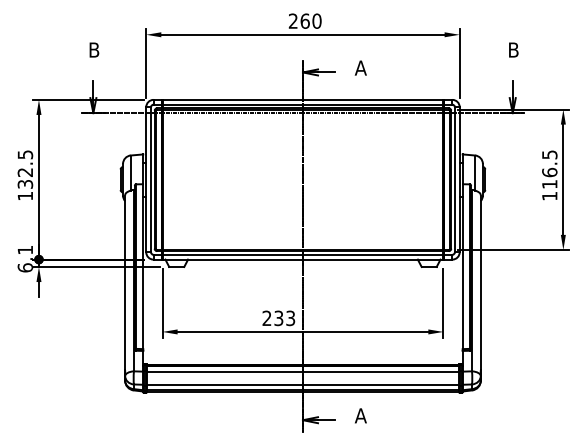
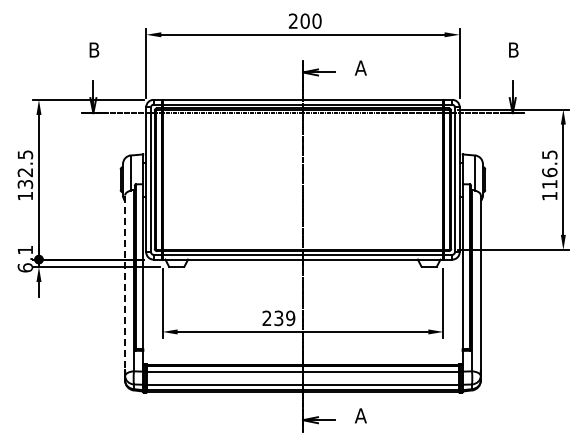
text at (304, 20): 260 -> 200
line at (125, 283): solid -> dashed
text at (290, 317): 233 -> 239
